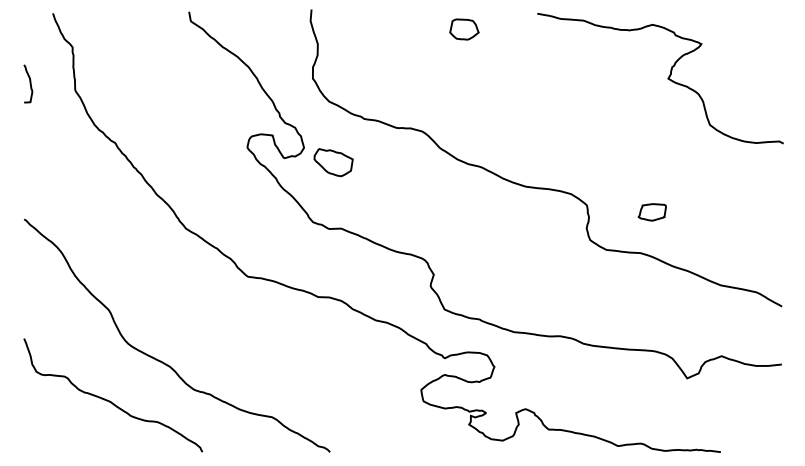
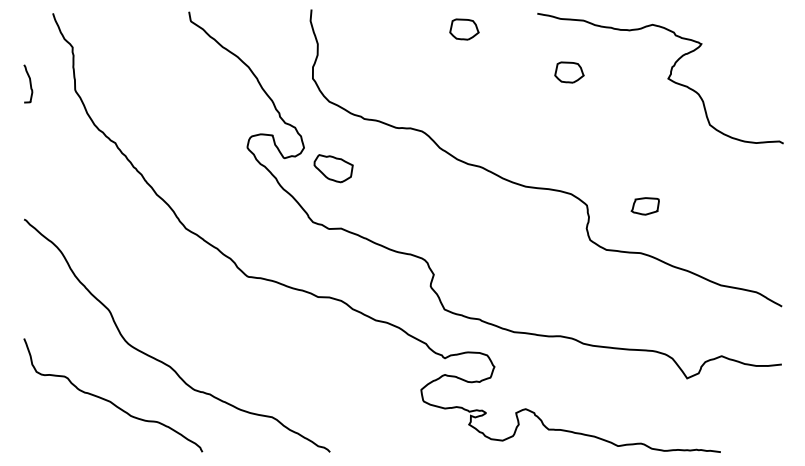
part at (569, 72): none -> present
part at (333, 162) position: (333, 162) -> (333, 168)
part at (651, 212) position: (651, 212) -> (644, 206)
